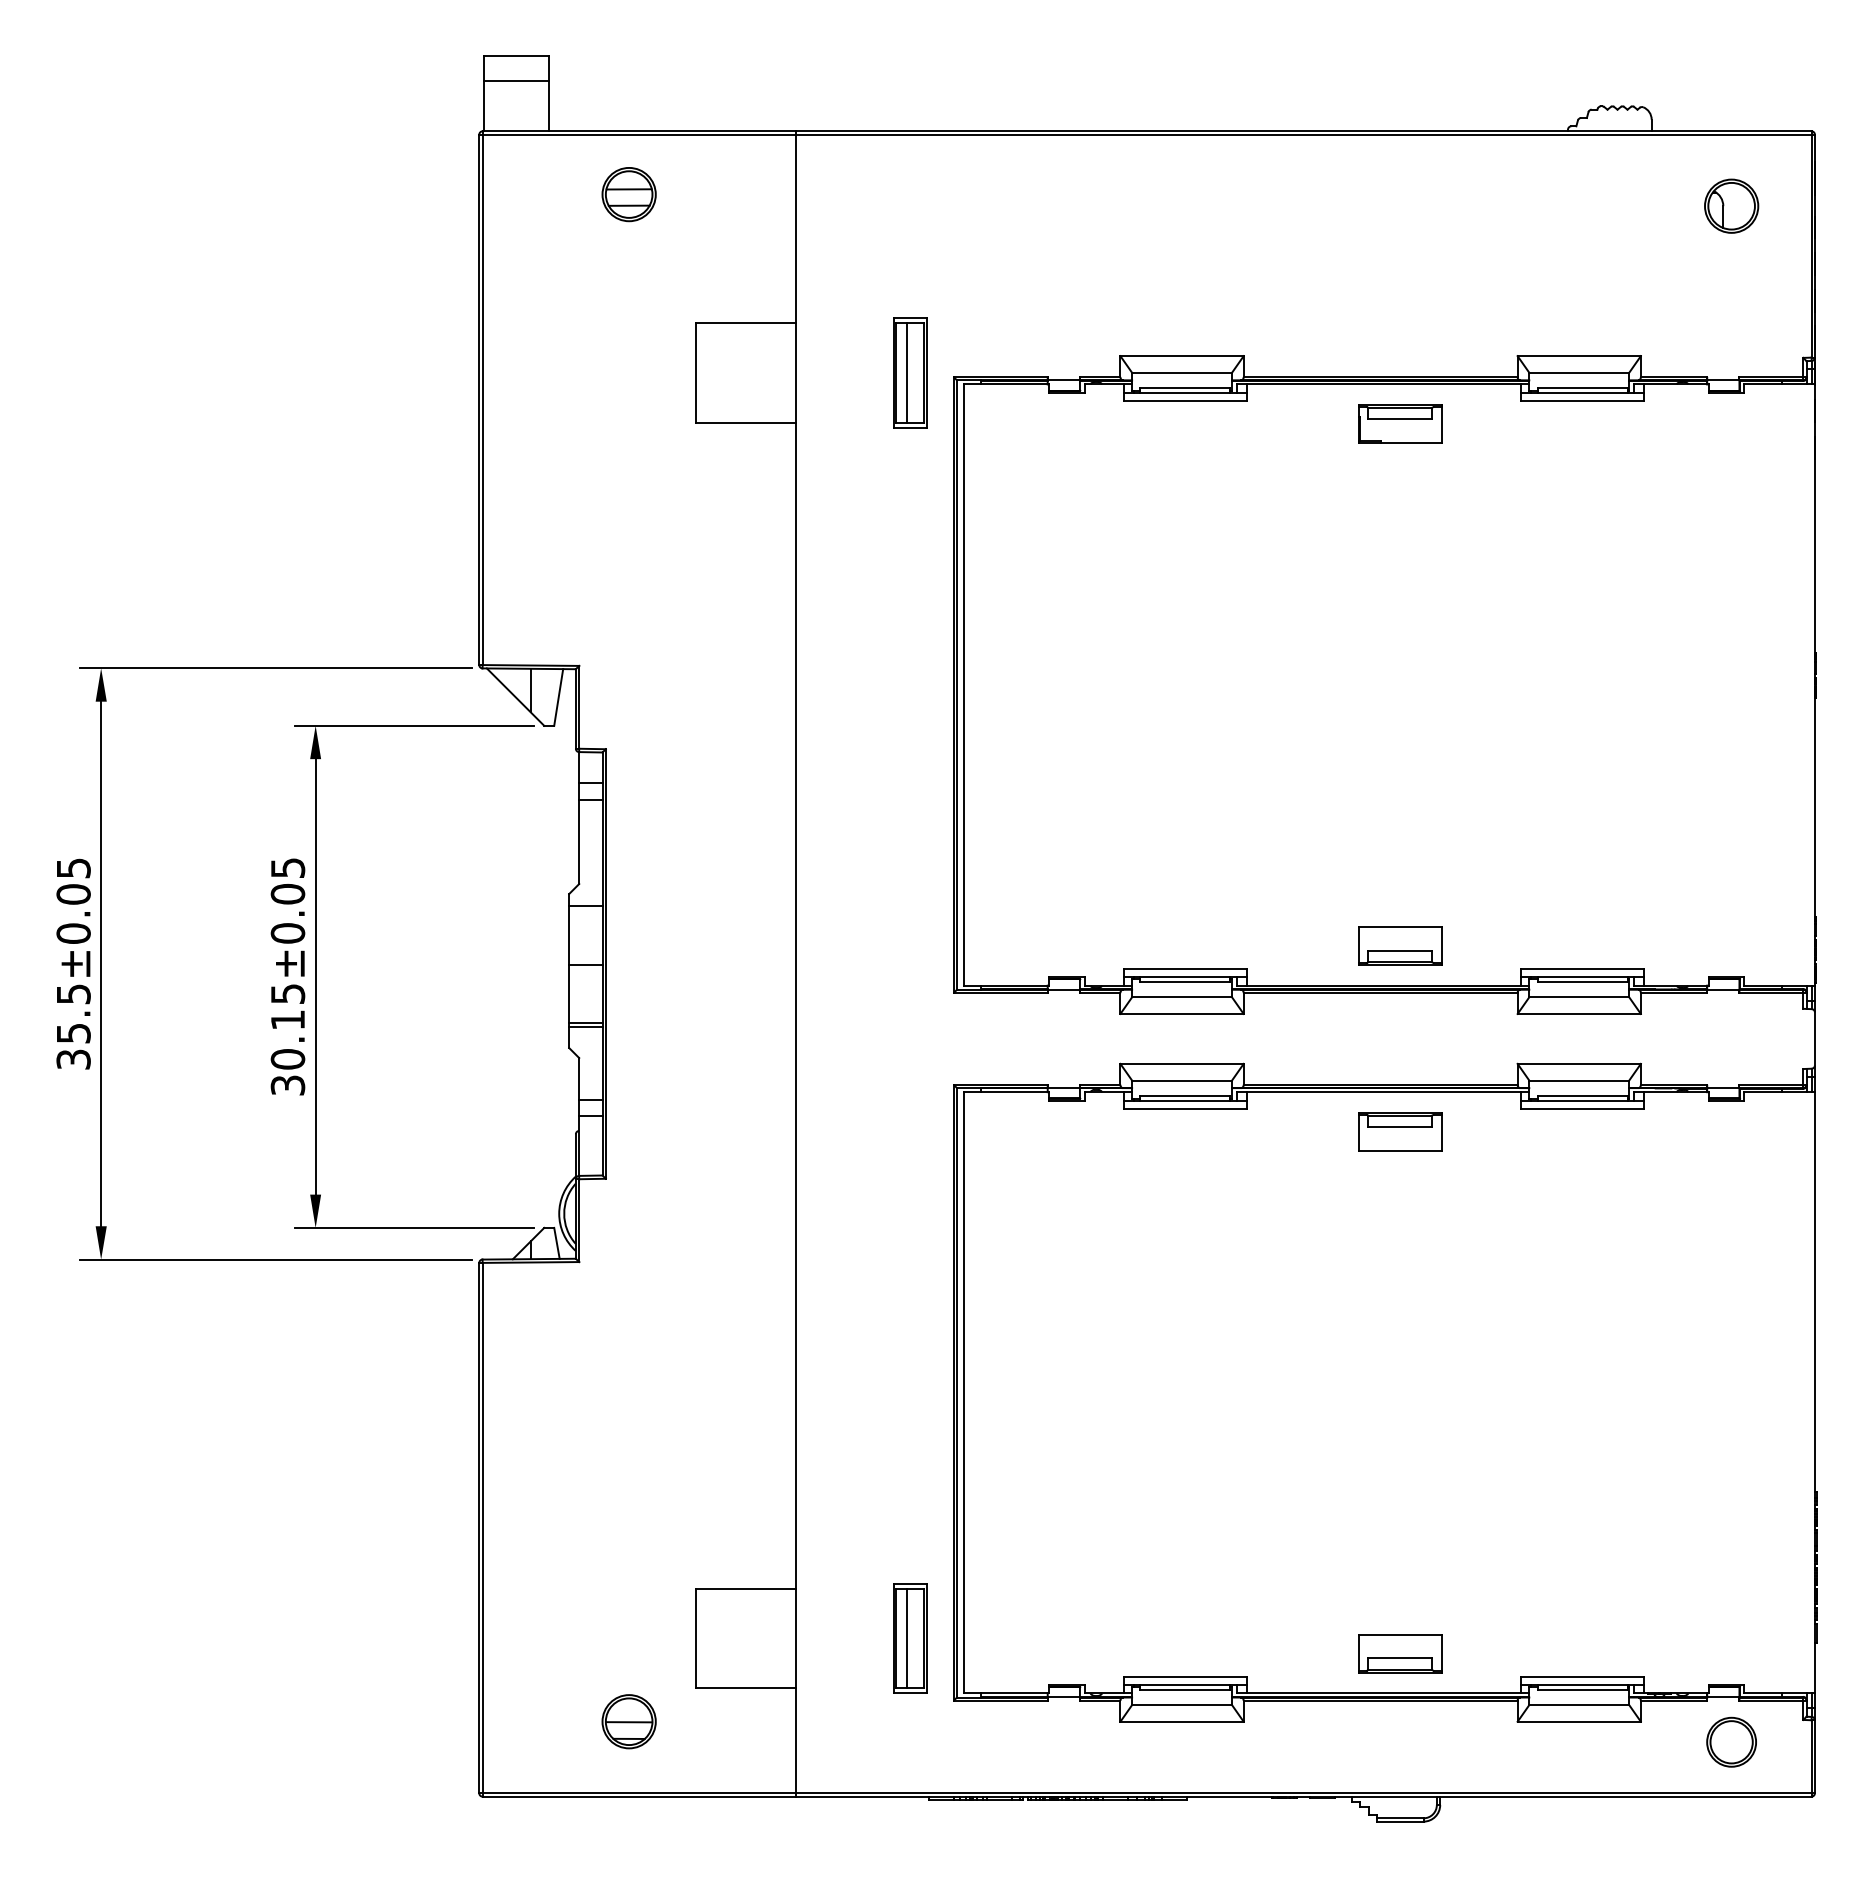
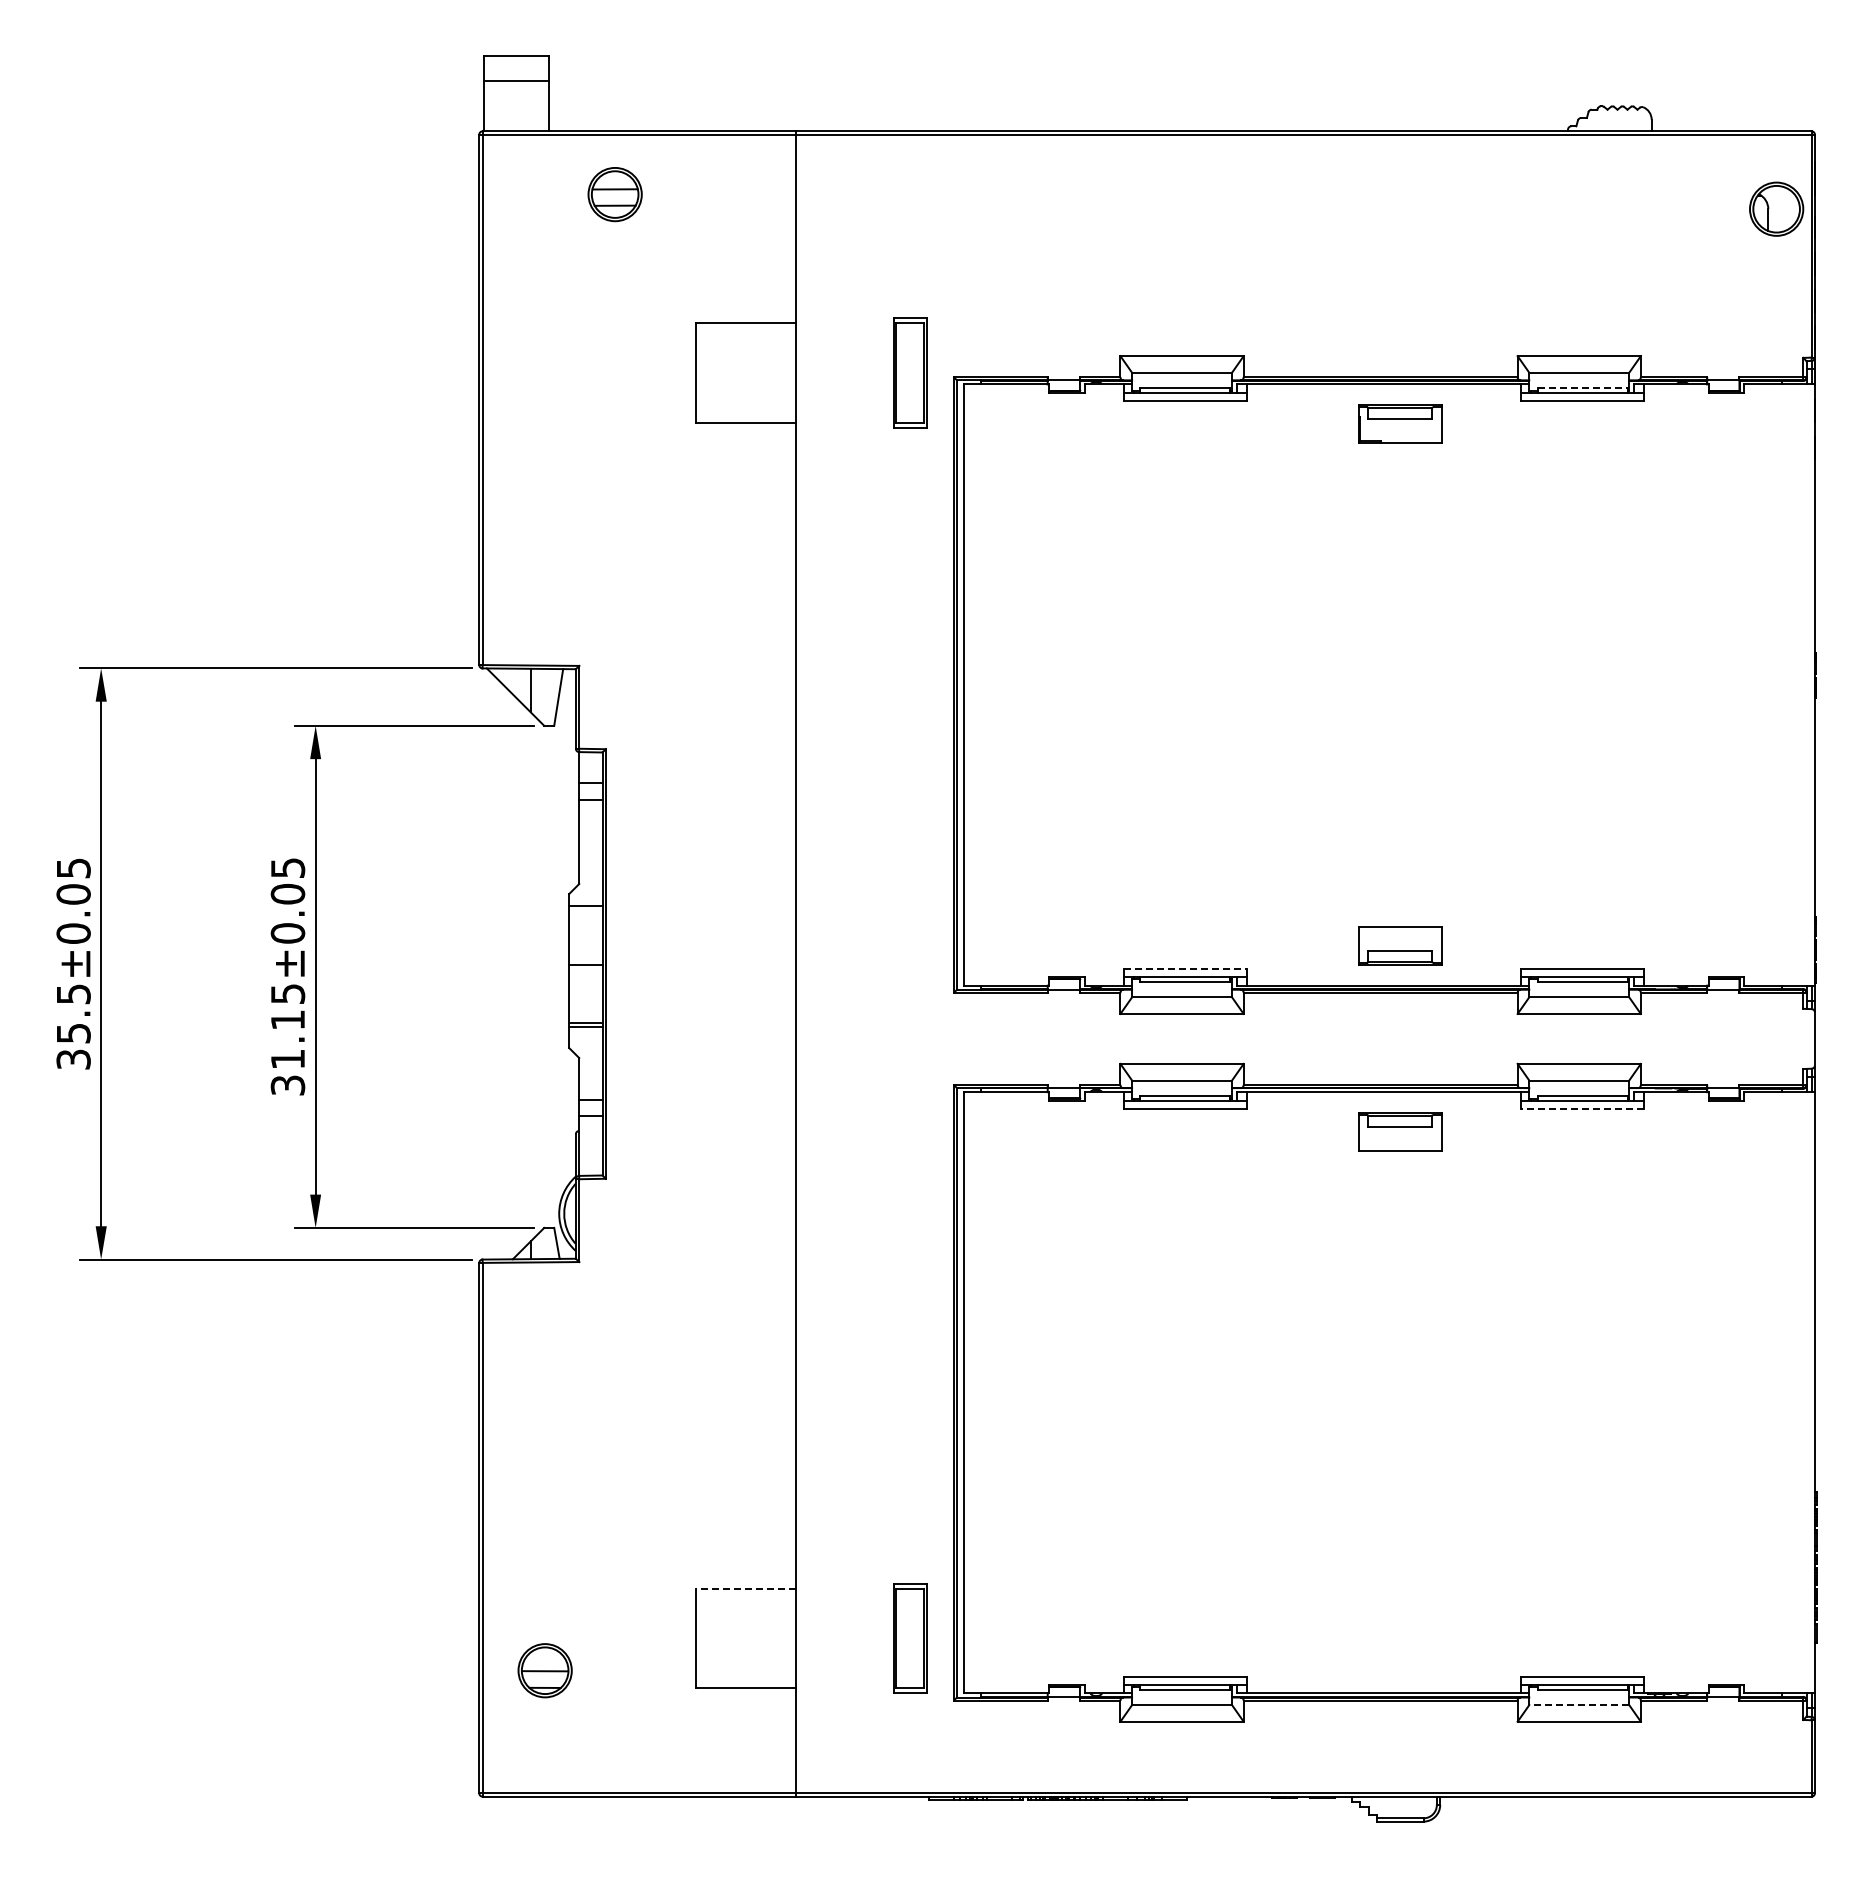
part at (628, 194) position: (628, 194) -> (614, 194)
part at (1731, 205) position: (1731, 205) -> (1776, 208)
line at (907, 372): present -> none
line at (1582, 387): solid -> dashed
line at (1185, 968): solid -> dashed
text at (287, 1059): 30.15±0.05 -> 31.15±0.05
line at (1582, 1108): solid -> dashed
line at (745, 1588): solid -> dashed
line at (907, 1638): present -> none
part at (1400, 1653): present -> none
line at (1579, 1705): solid -> dashed
part at (628, 1721) position: (628, 1721) -> (544, 1670)
part at (1731, 1741): present -> none
